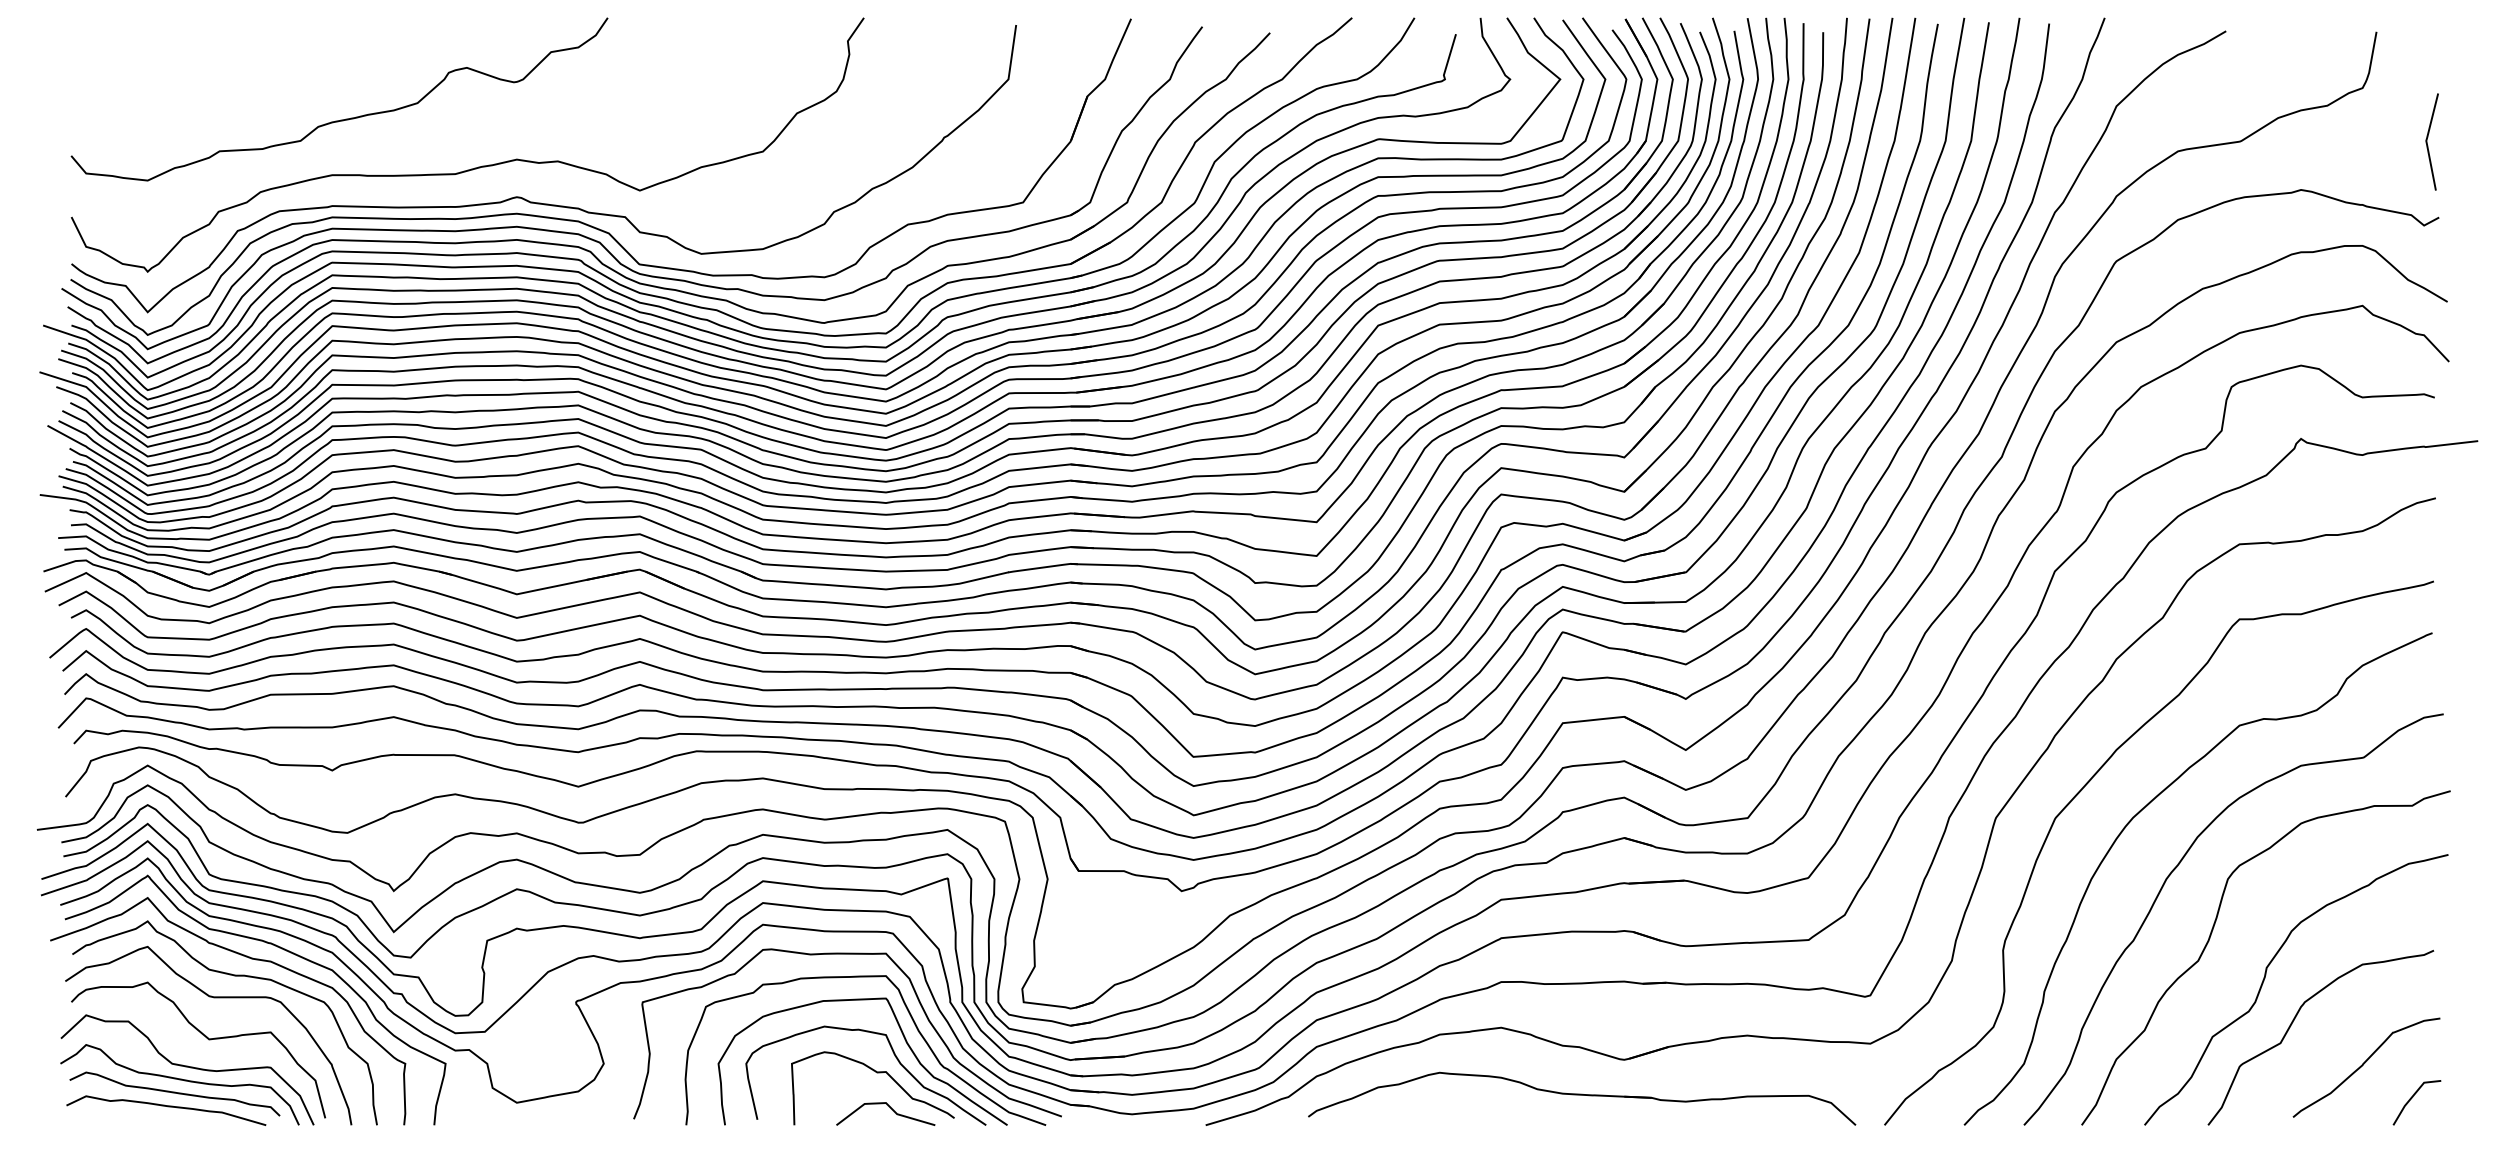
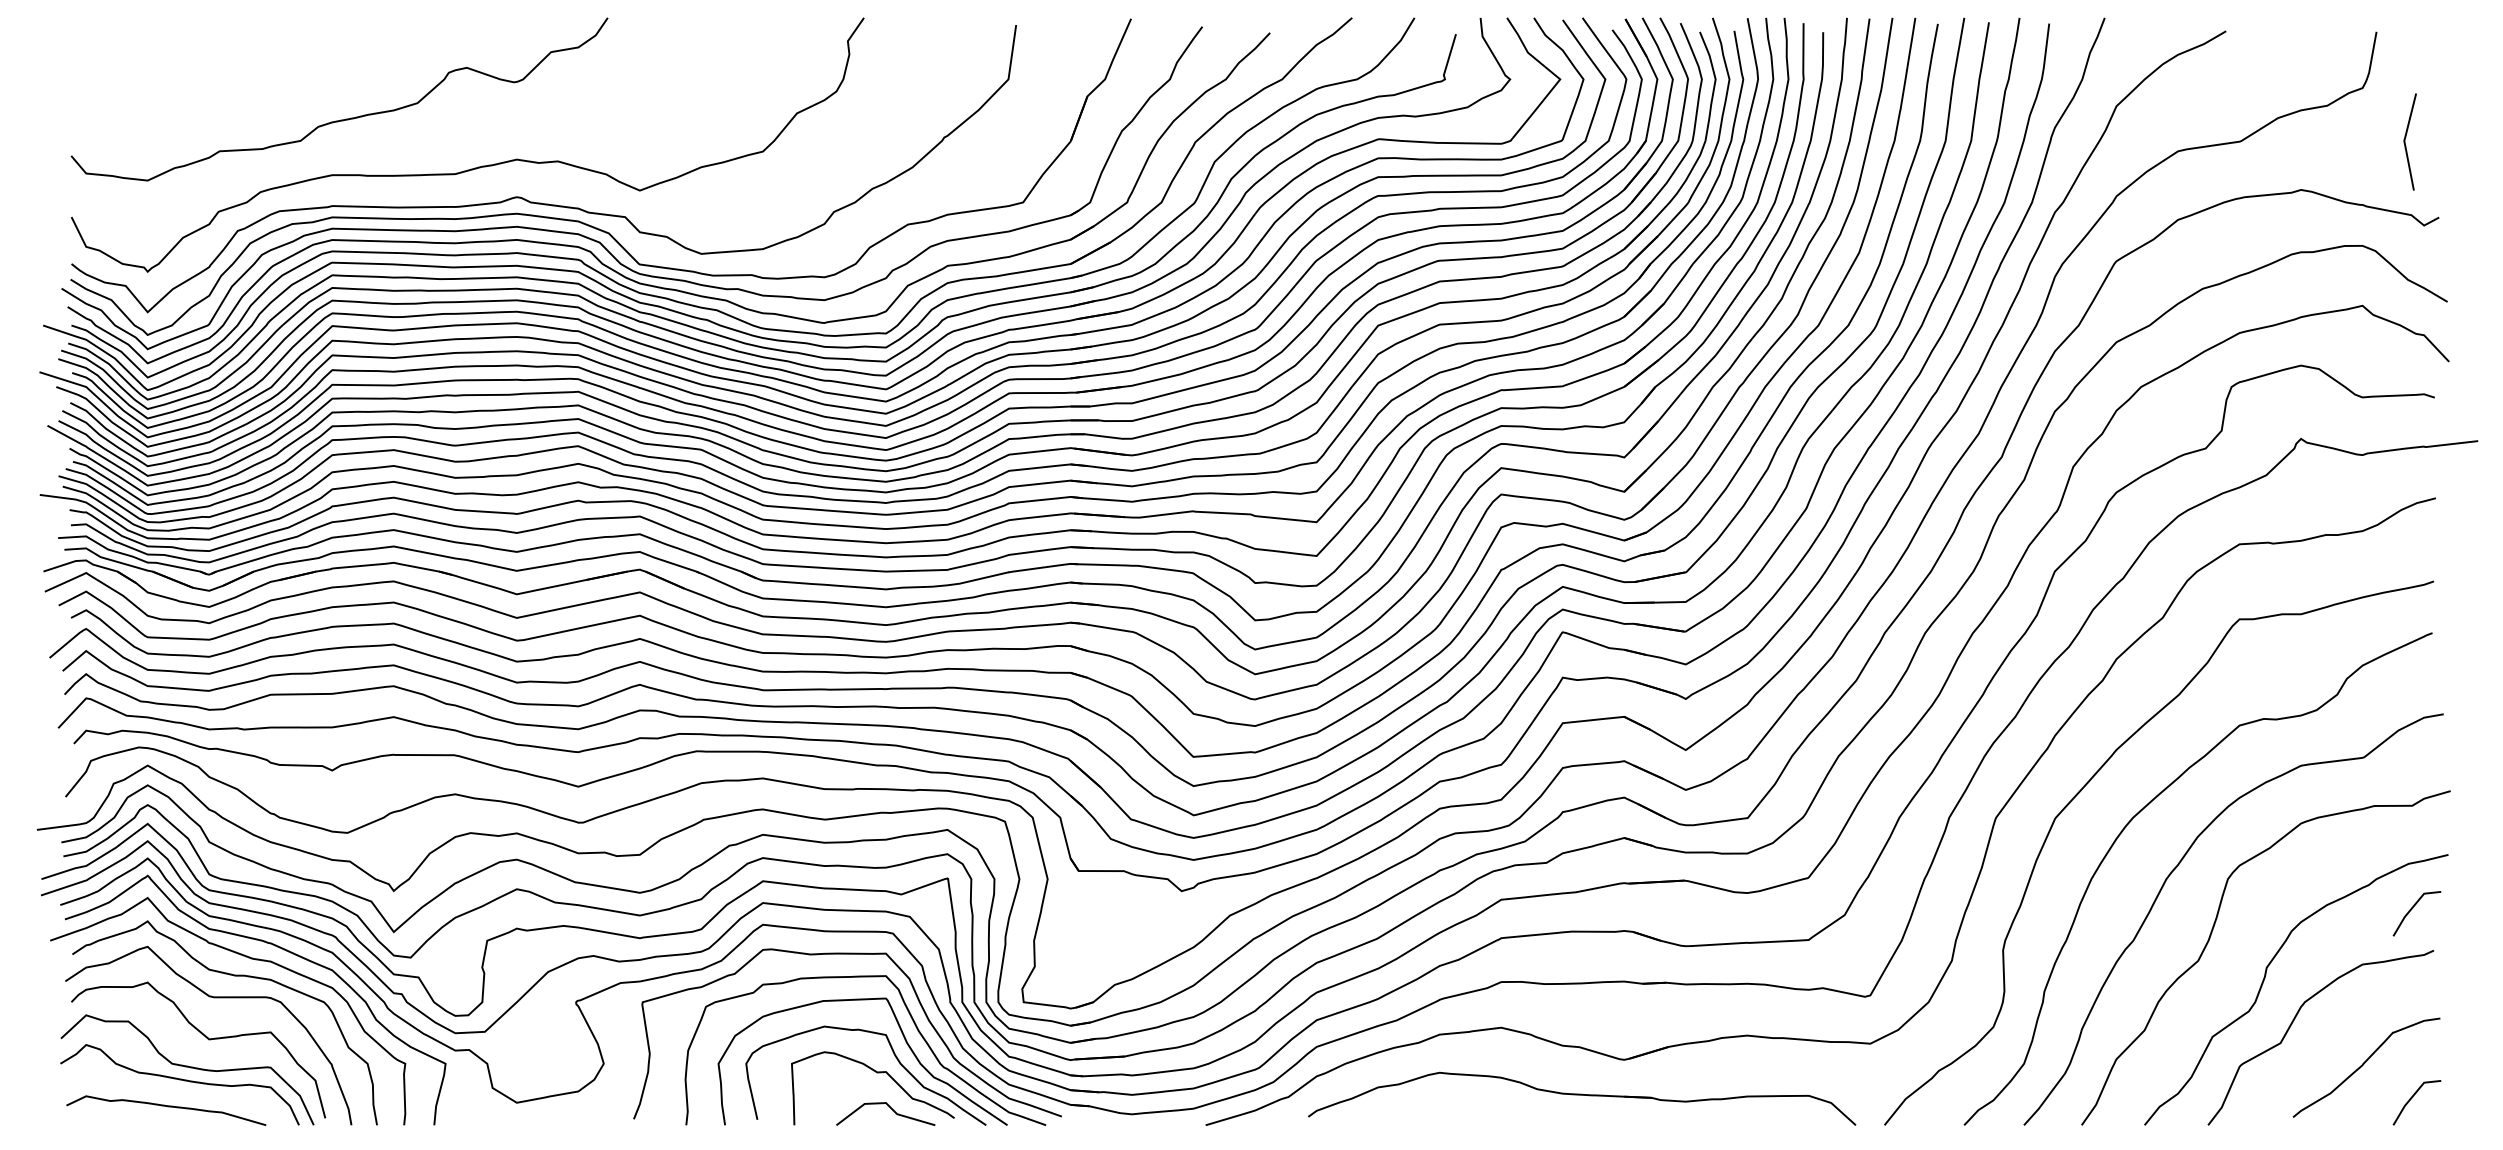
line at (2427, 141) position: (2427, 141) -> (2405, 141)
line at (2412, 909): none -> present
curve at (174, 1093): present -> none
